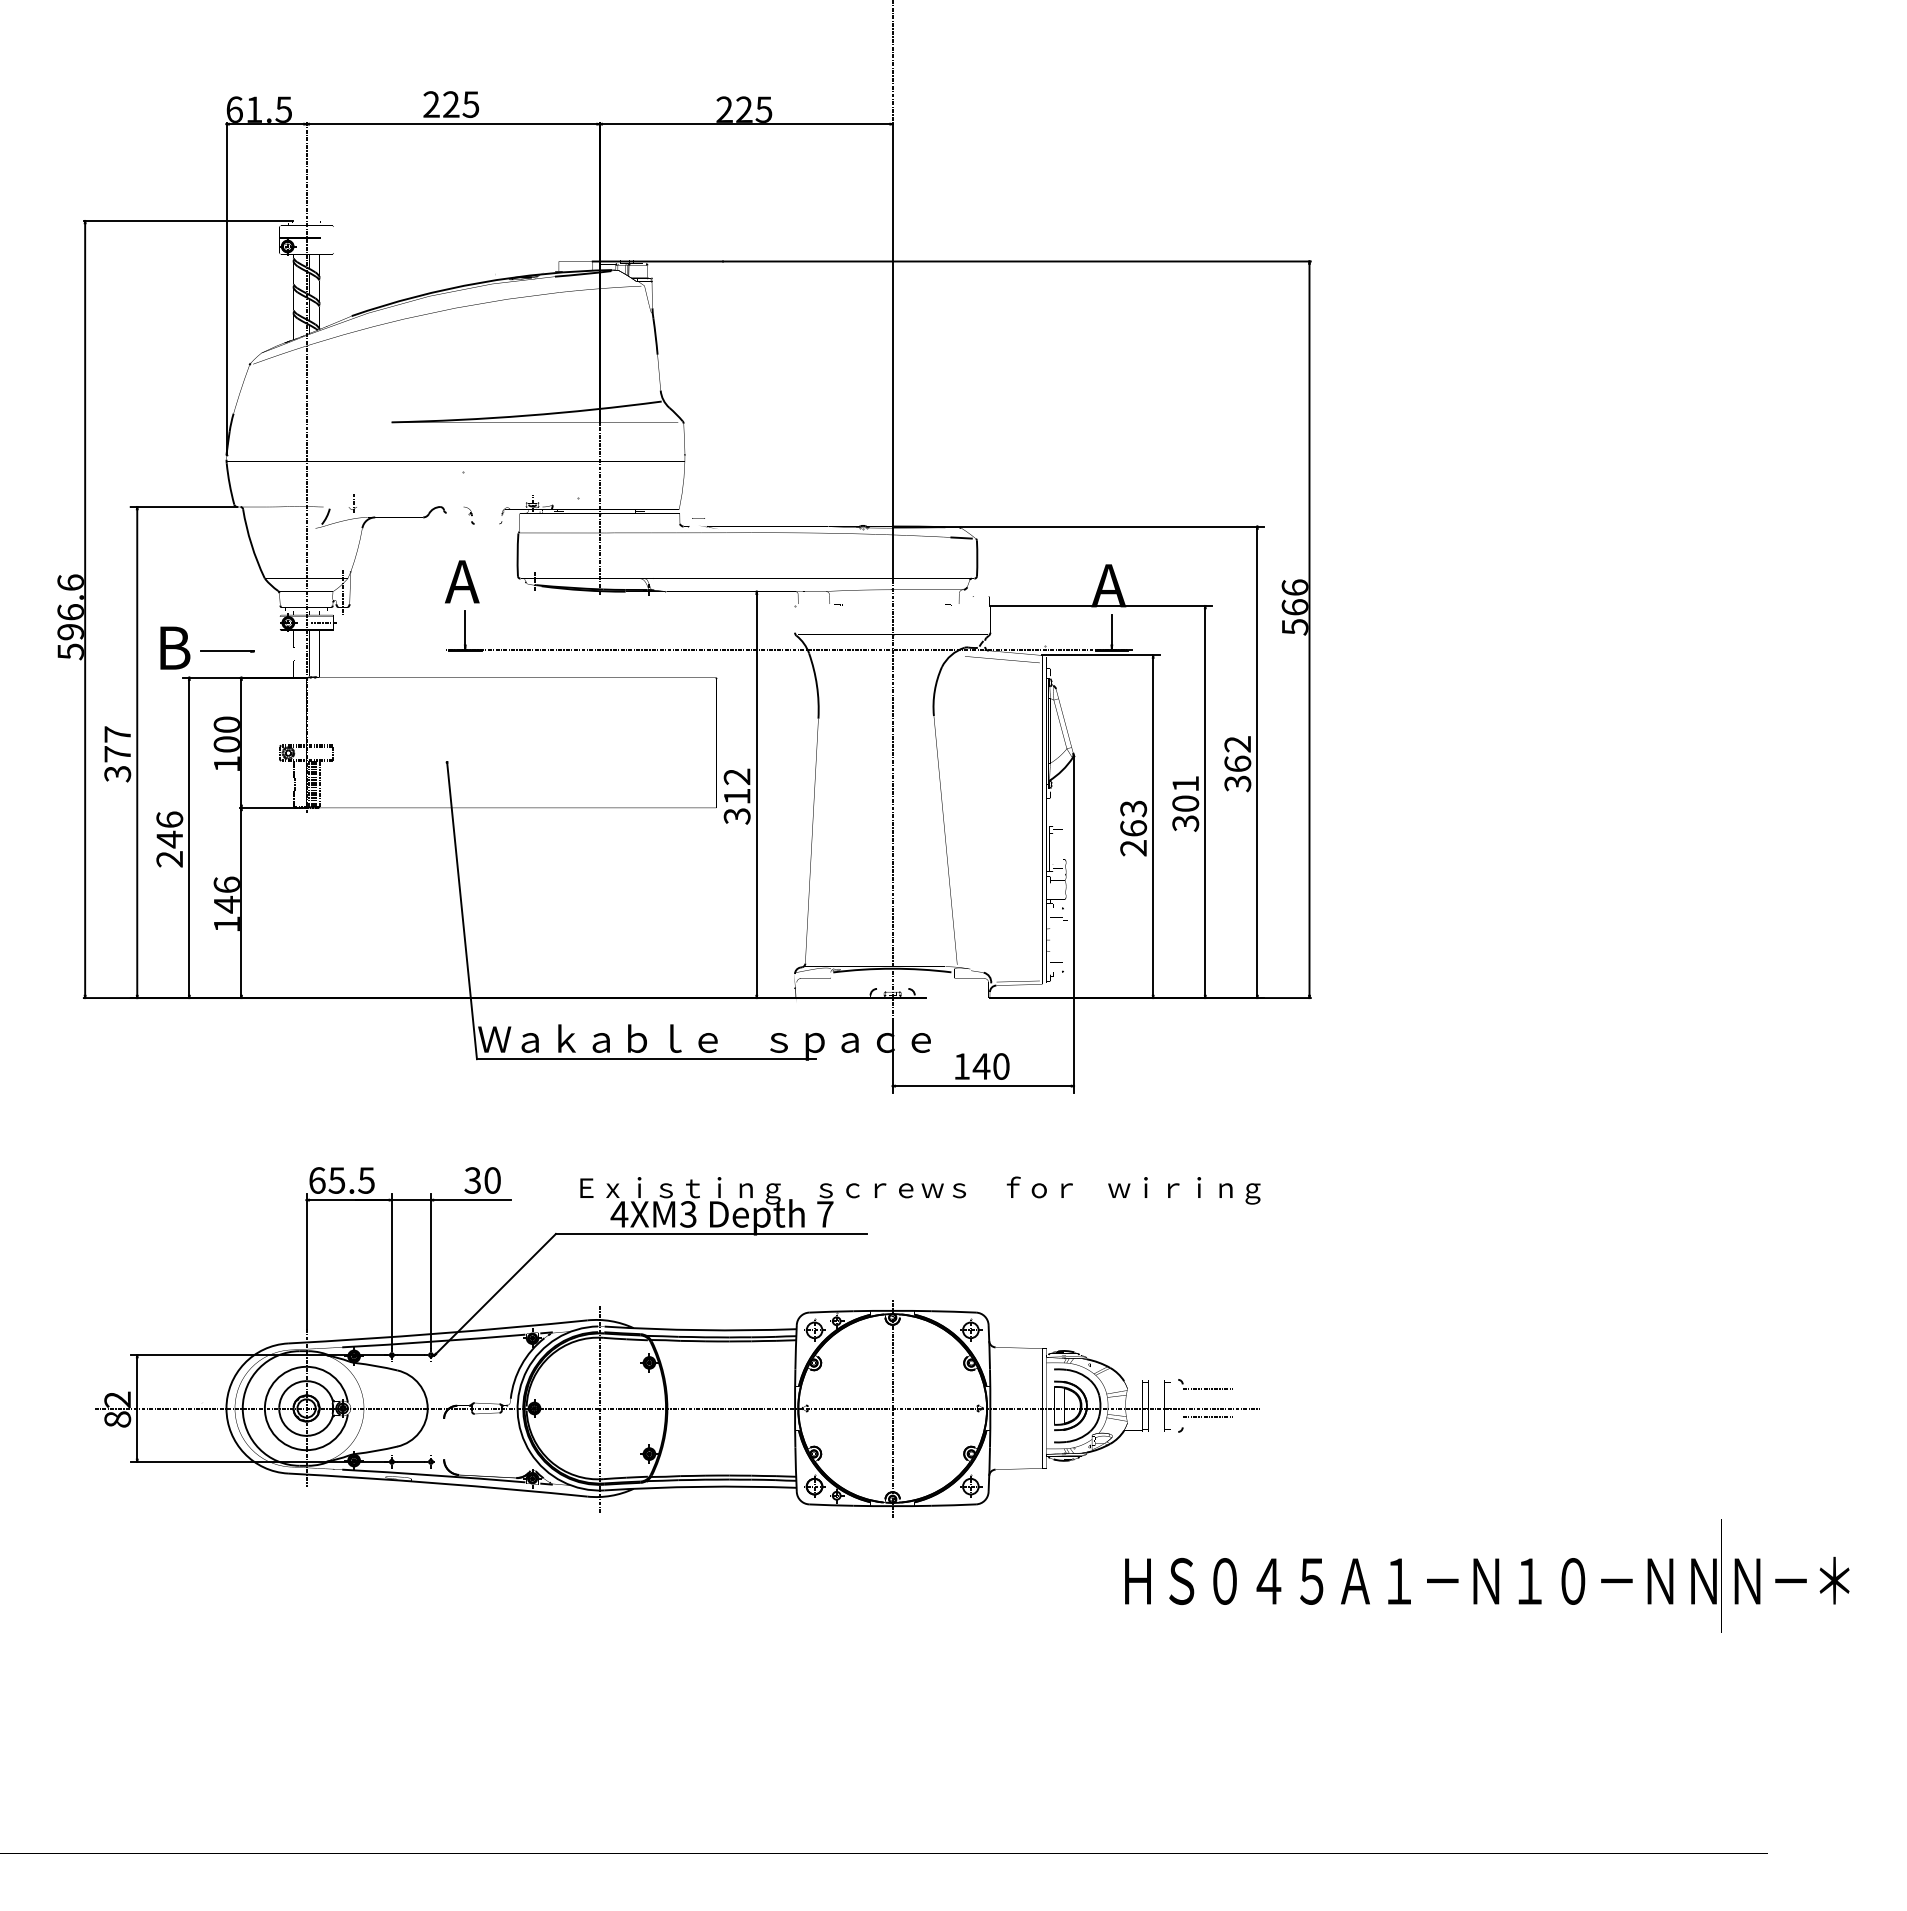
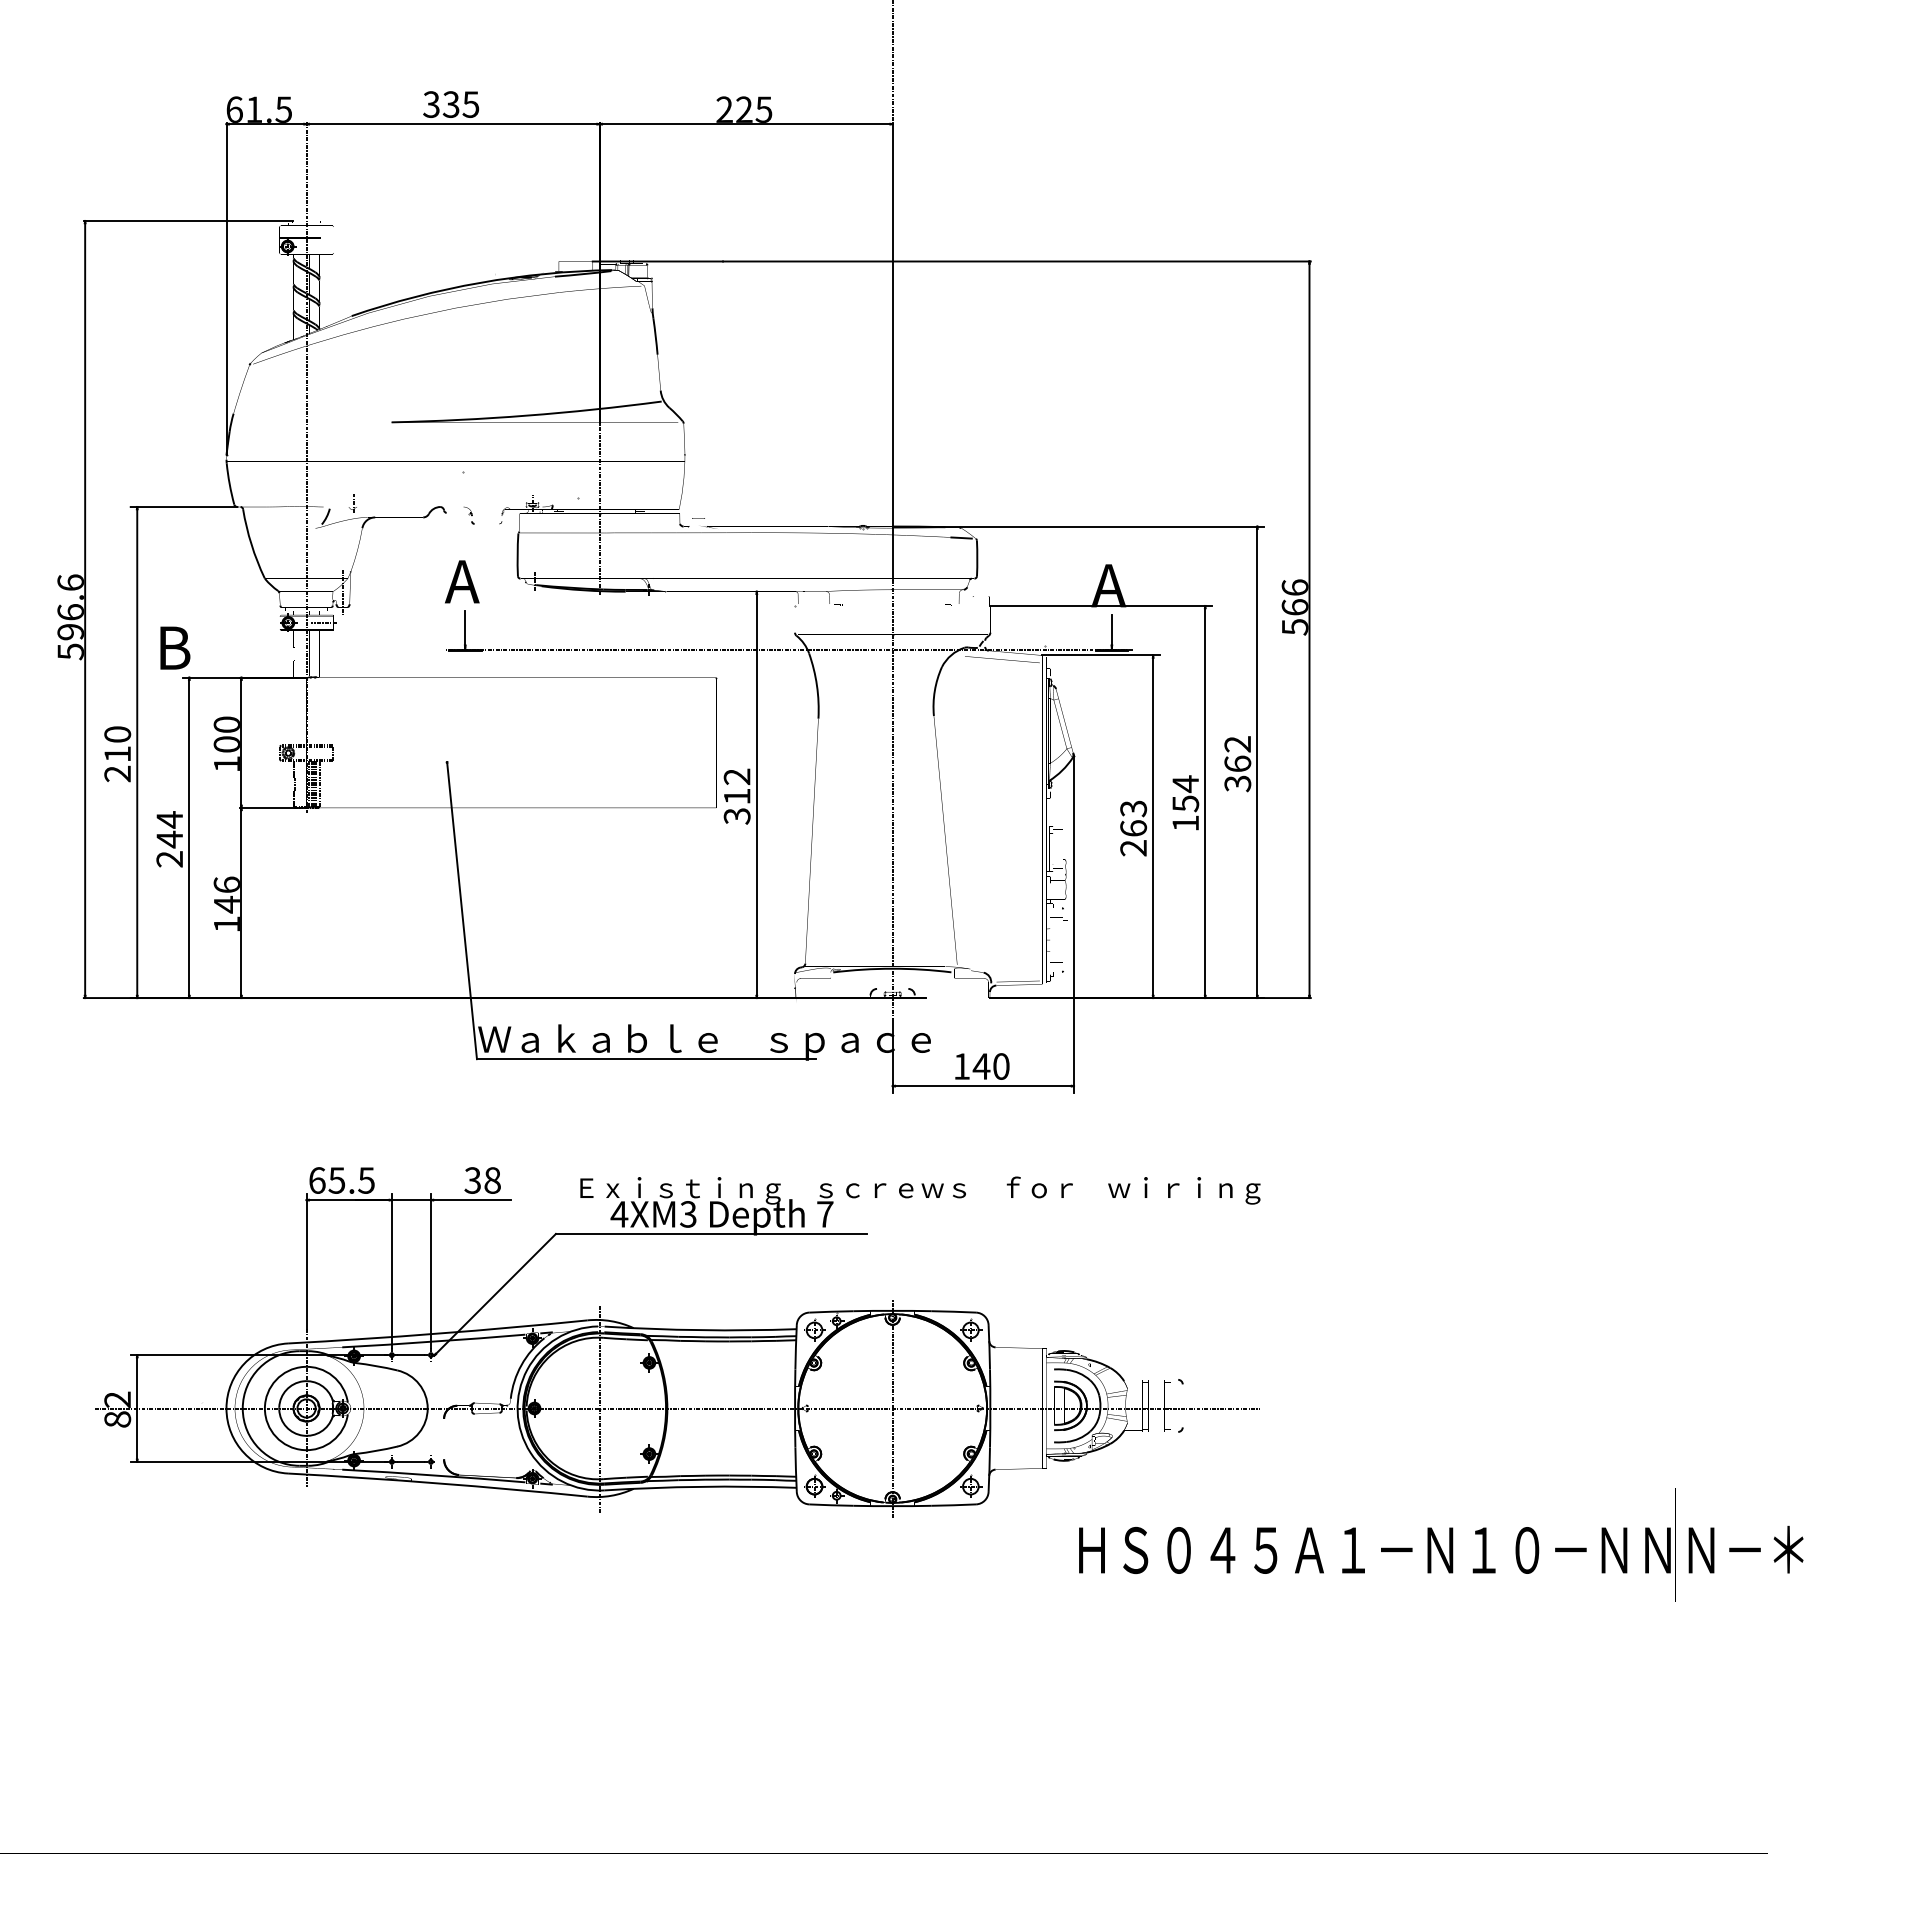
text at (441, 104): 225 -> 335
line at (227, 651): present -> none
text at (117, 754): 377 -> 210
text at (1185, 803): 301 -> 154
text at (169, 819): 246 -> 244
text at (492, 1180): 30 -> 38
line at (1207, 1389): present -> none
line at (1207, 1417): present -> none
text at (1487, 1575) position: (1487, 1575) -> (1441, 1544)
